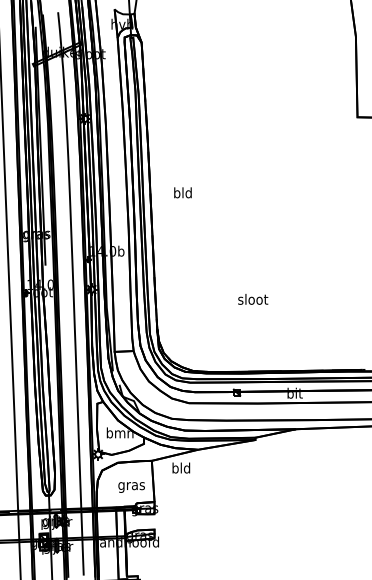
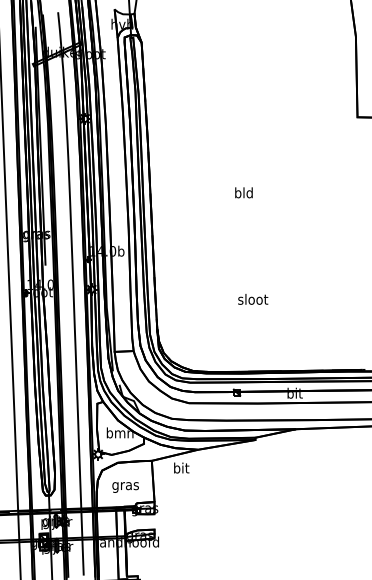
text at (182, 192) position: (182, 192) -> (243, 192)
text at (181, 467): bld -> bit
text at (131, 487) position: (131, 487) -> (125, 487)
